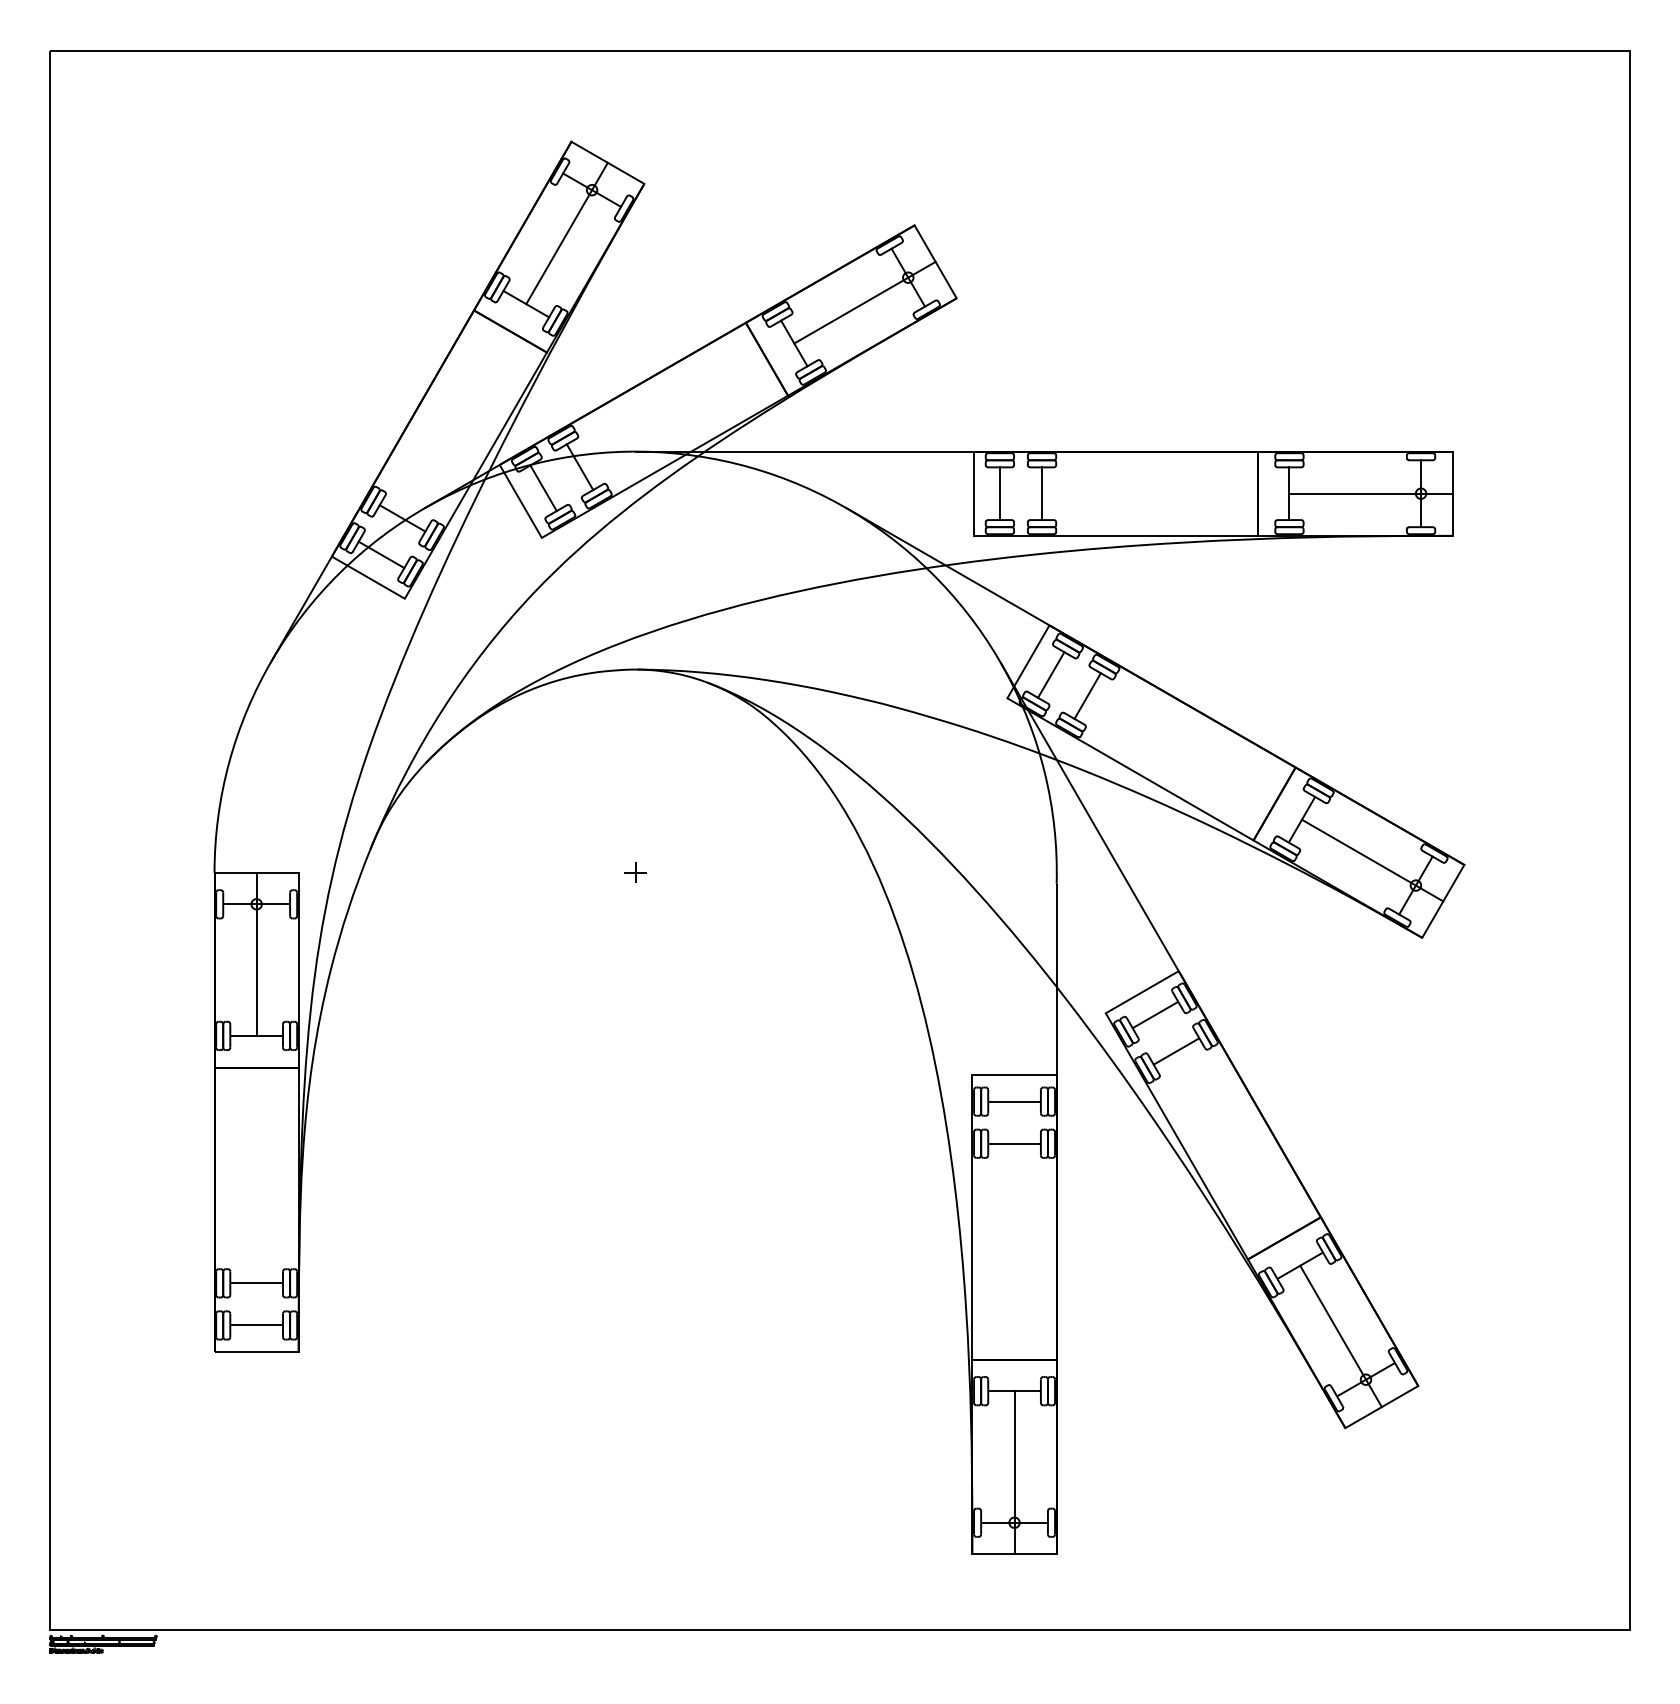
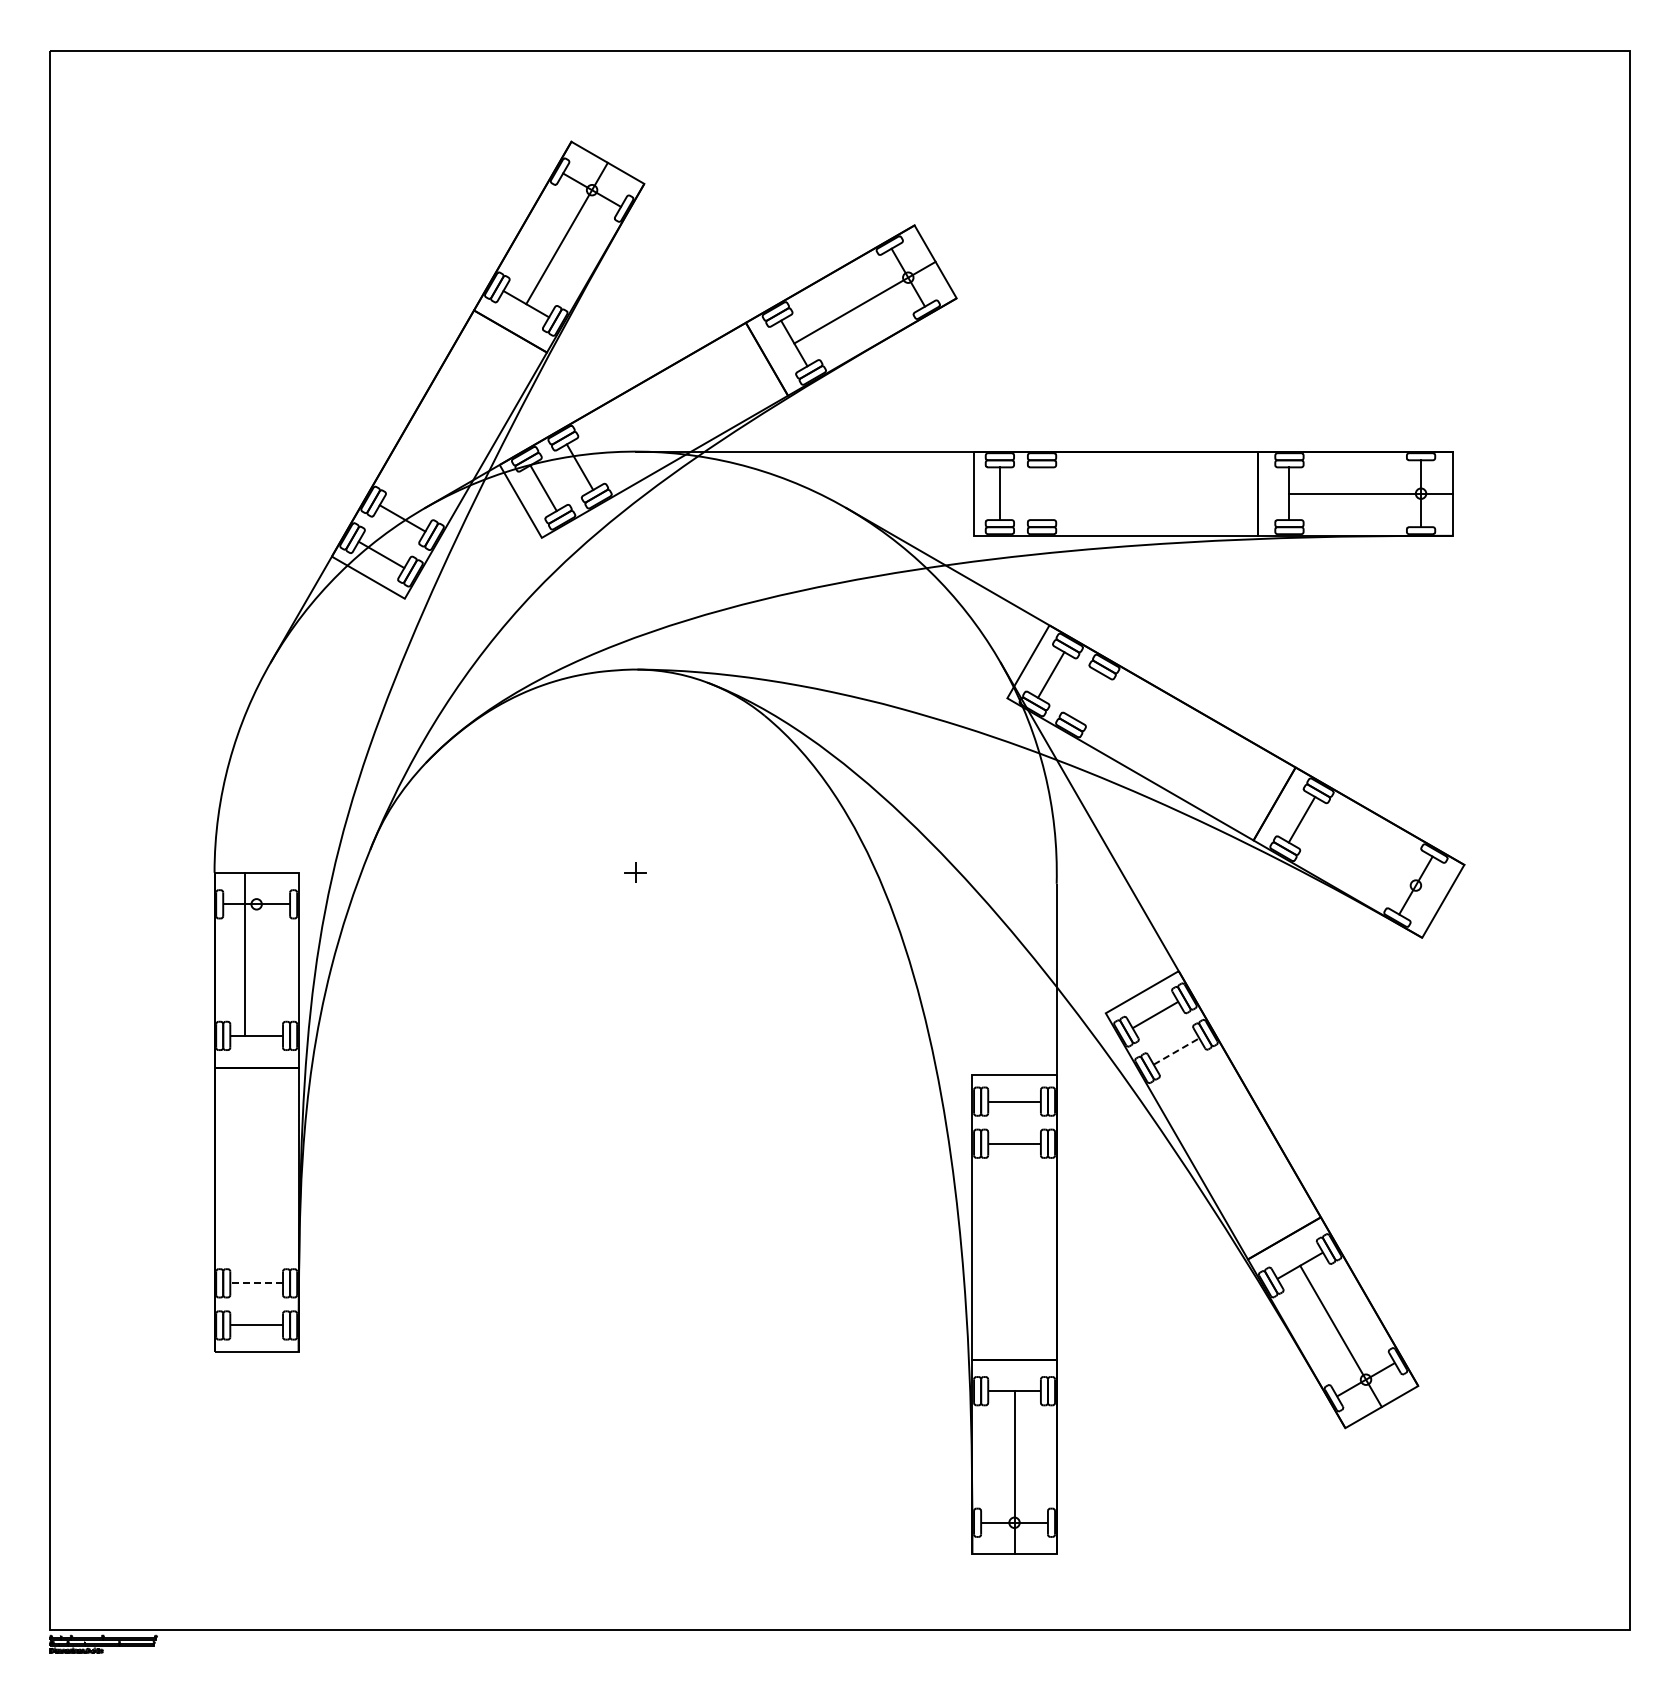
line at (1042, 493): present -> none
line at (1087, 695): present -> none
line at (1372, 860): present -> none
line at (256, 953) position: (256, 953) -> (244, 953)
line at (1176, 1051): solid -> dashed
line at (256, 1283): solid -> dashed
